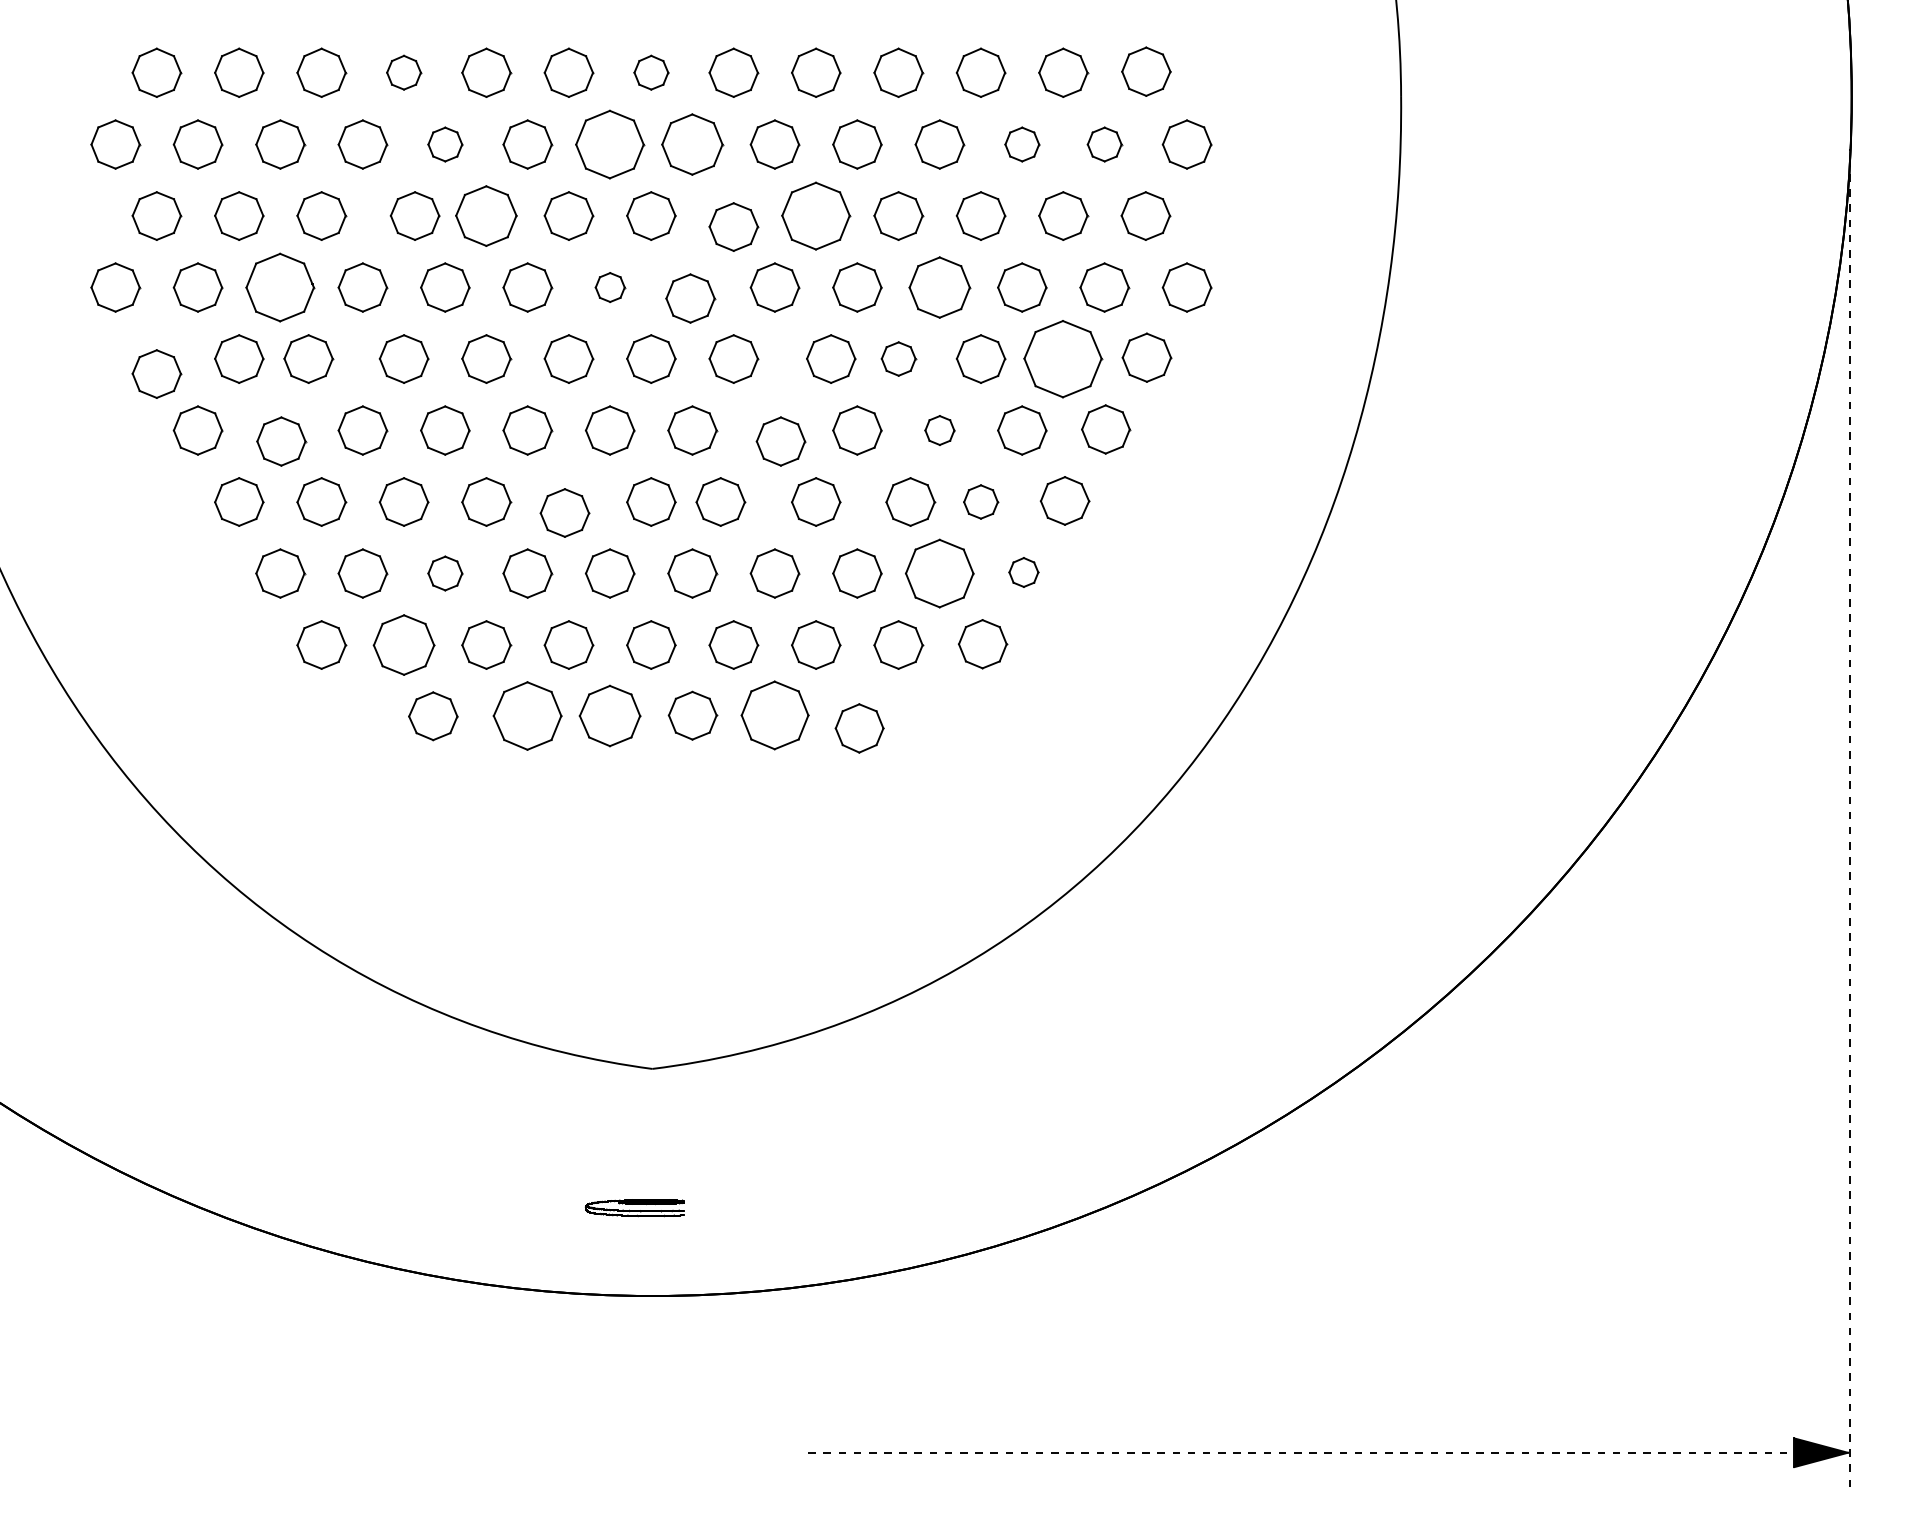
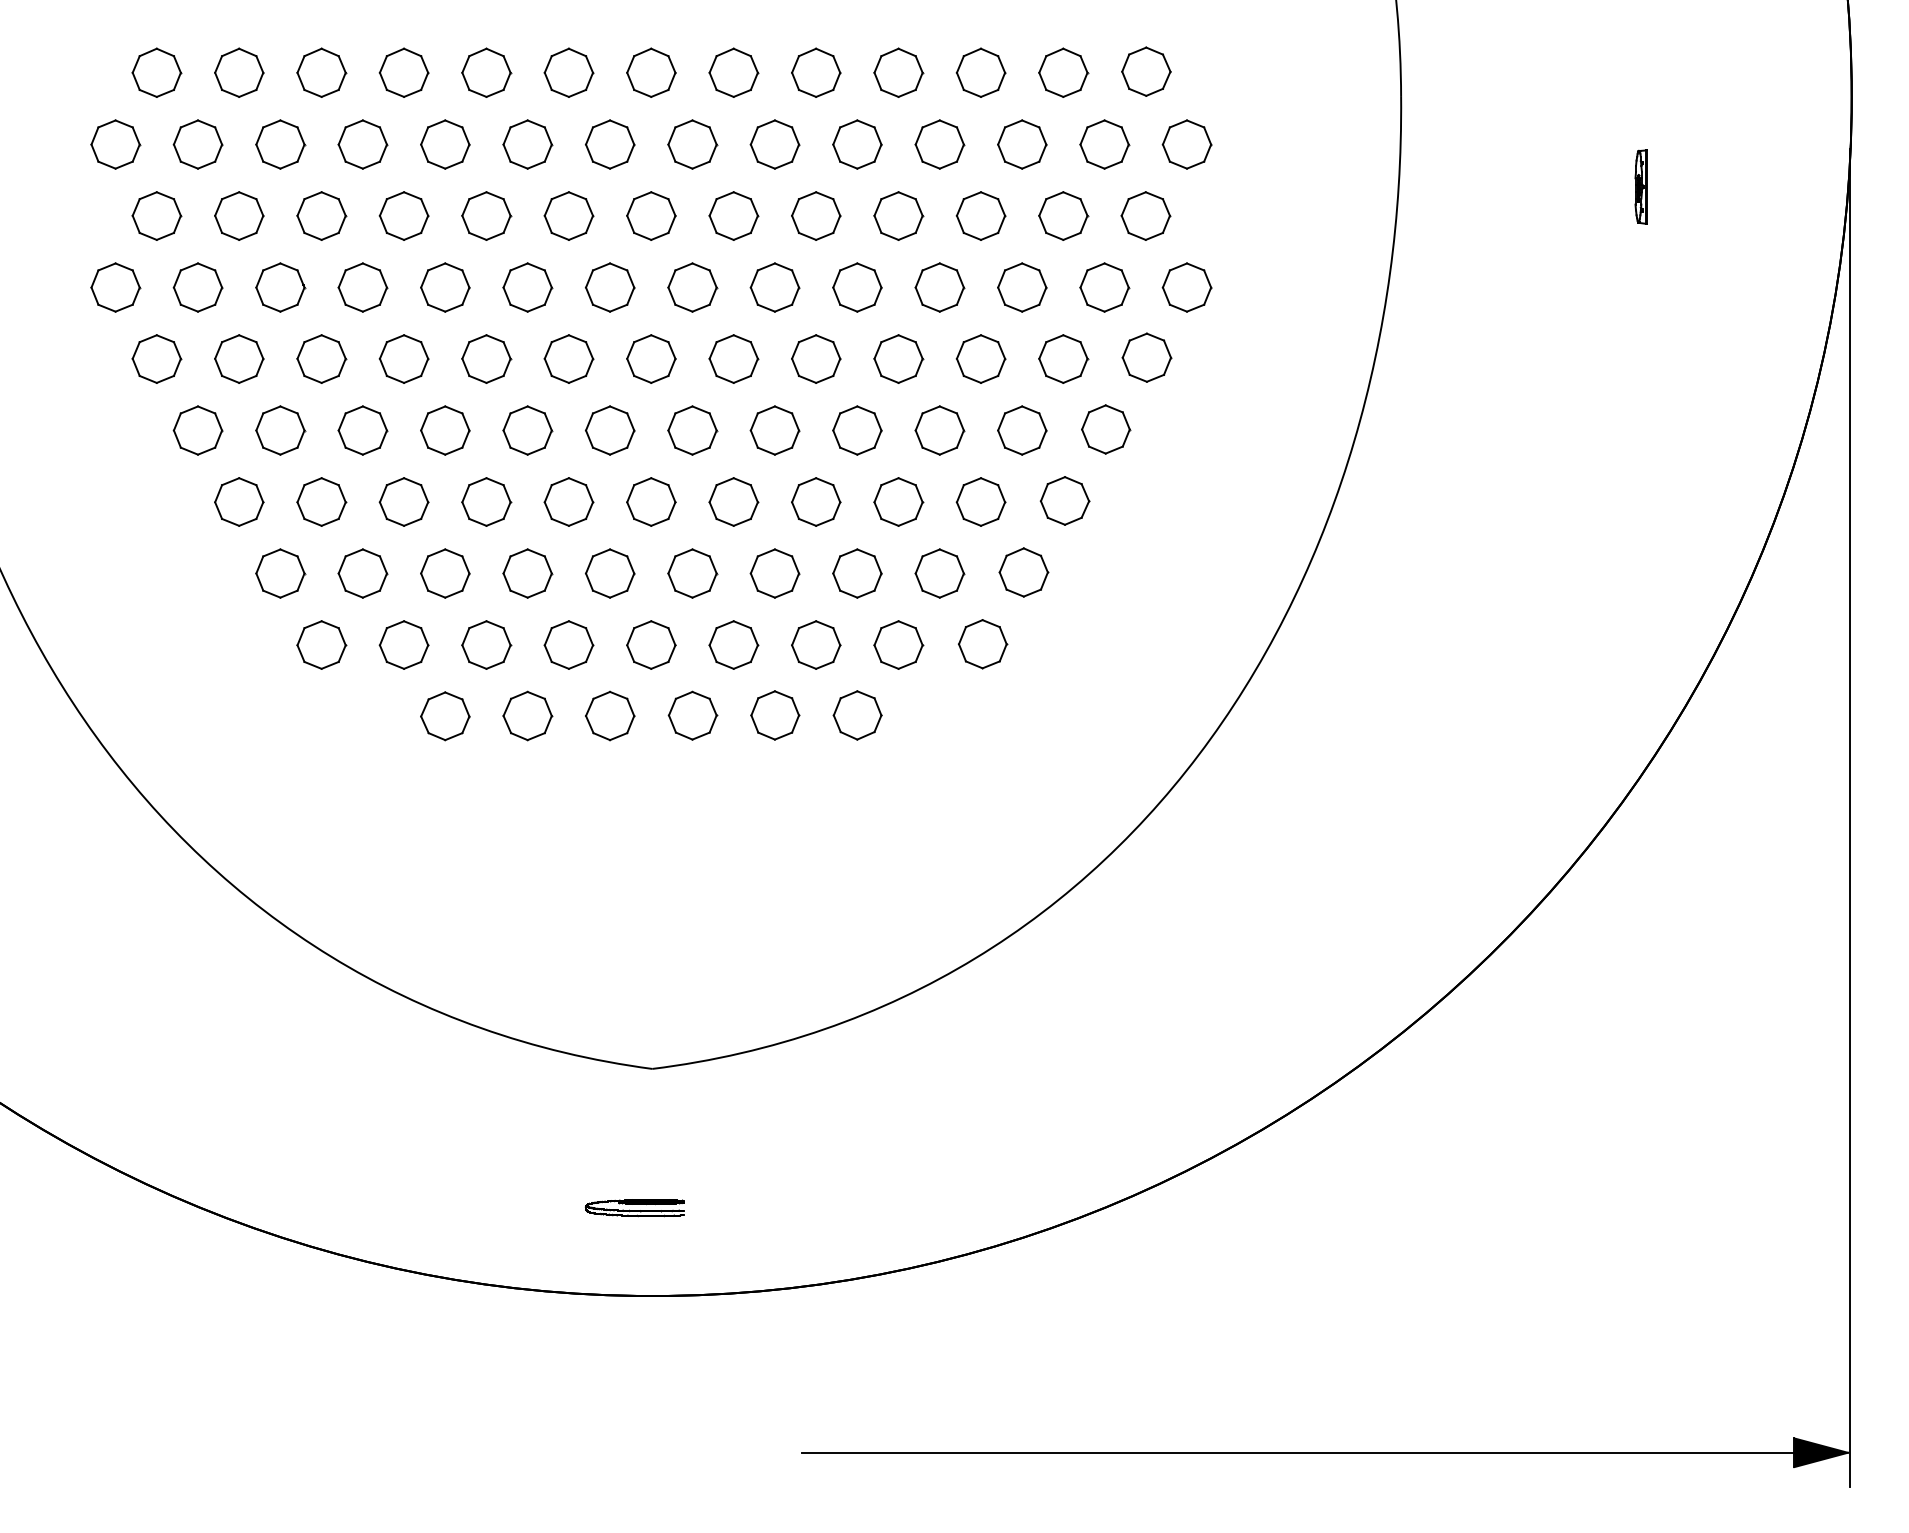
part at (404, 72) size: 37x37 px -> 52x51 px
part at (651, 72) size: 37x37 px -> 51x51 px
part at (445, 144) size: 37x37 px -> 51x51 px
part at (610, 144) size: 71x71 px -> 51x51 px
part at (692, 144) size: 64x63 px -> 52x51 px
part at (1022, 144) size: 37x37 px -> 51x51 px
part at (1104, 144) size: 38x37 px -> 52x51 px
part at (1640, 186): none -> present
part at (414, 215) position: (414, 215) -> (403, 215)
part at (486, 215) size: 63x62 px -> 52x50 px
part at (816, 215) size: 71x70 px -> 51x50 px
part at (733, 226) position: (733, 226) -> (733, 215)
part at (280, 287) size: 71x71 px -> 52x51 px
part at (610, 287) size: 33x31 px -> 51x51 px
part at (939, 287) size: 64x63 px -> 52x51 px
part at (690, 298) position: (690, 298) -> (692, 287)
part at (308, 358) position: (308, 358) -> (321, 358)
part at (831, 358) position: (831, 358) -> (816, 358)
part at (898, 358) size: 38x36 px -> 52x50 px
part at (1063, 359) size: 81x79 px -> 52x50 px
part at (156, 373) position: (156, 373) -> (156, 358)
part at (939, 430) size: 32x31 px -> 52x51 px
part at (281, 441) position: (281, 441) -> (280, 430)
part at (780, 441) position: (780, 441) -> (774, 430)
part at (720, 501) position: (720, 501) -> (733, 501)
part at (910, 501) position: (910, 501) -> (898, 501)
part at (981, 501) size: 37x36 px -> 52x50 px
part at (564, 512) position: (564, 512) -> (568, 501)
part at (1023, 572) size: 32x31 px -> 52x51 px
part at (445, 573) size: 37x37 px -> 51x51 px
part at (939, 573) size: 70x71 px -> 52x51 px
part at (403, 644) size: 64x62 px -> 52x50 px
part at (527, 715) size: 71x70 px -> 52x52 px
part at (609, 715) size: 64x64 px -> 51x52 px
part at (774, 715) size: 70x71 px -> 51x51 px
part at (433, 716) position: (433, 716) -> (445, 716)
part at (859, 728) position: (859, 728) -> (857, 715)
line at (1850, 817): dashed -> solid
line at (1301, 1452): dashed -> solid
